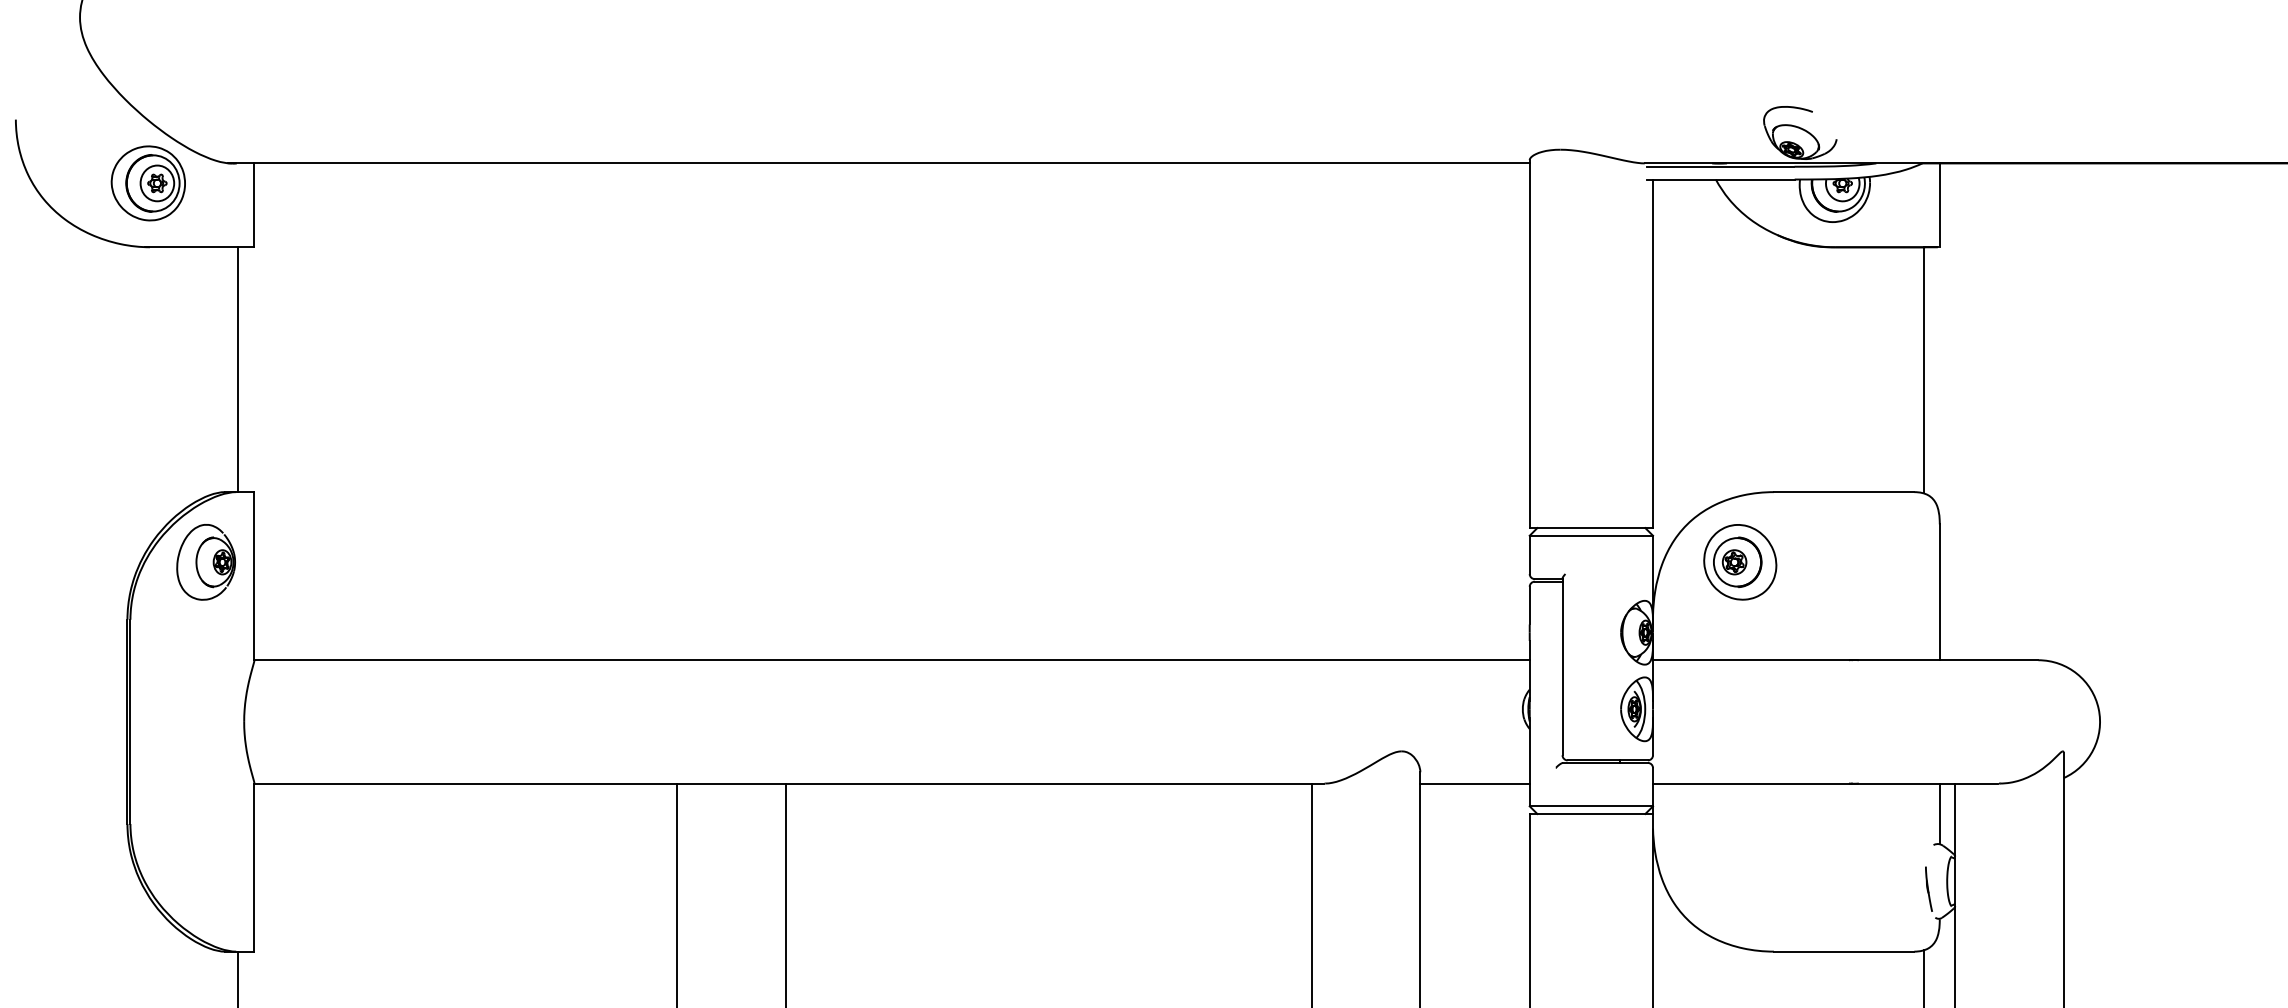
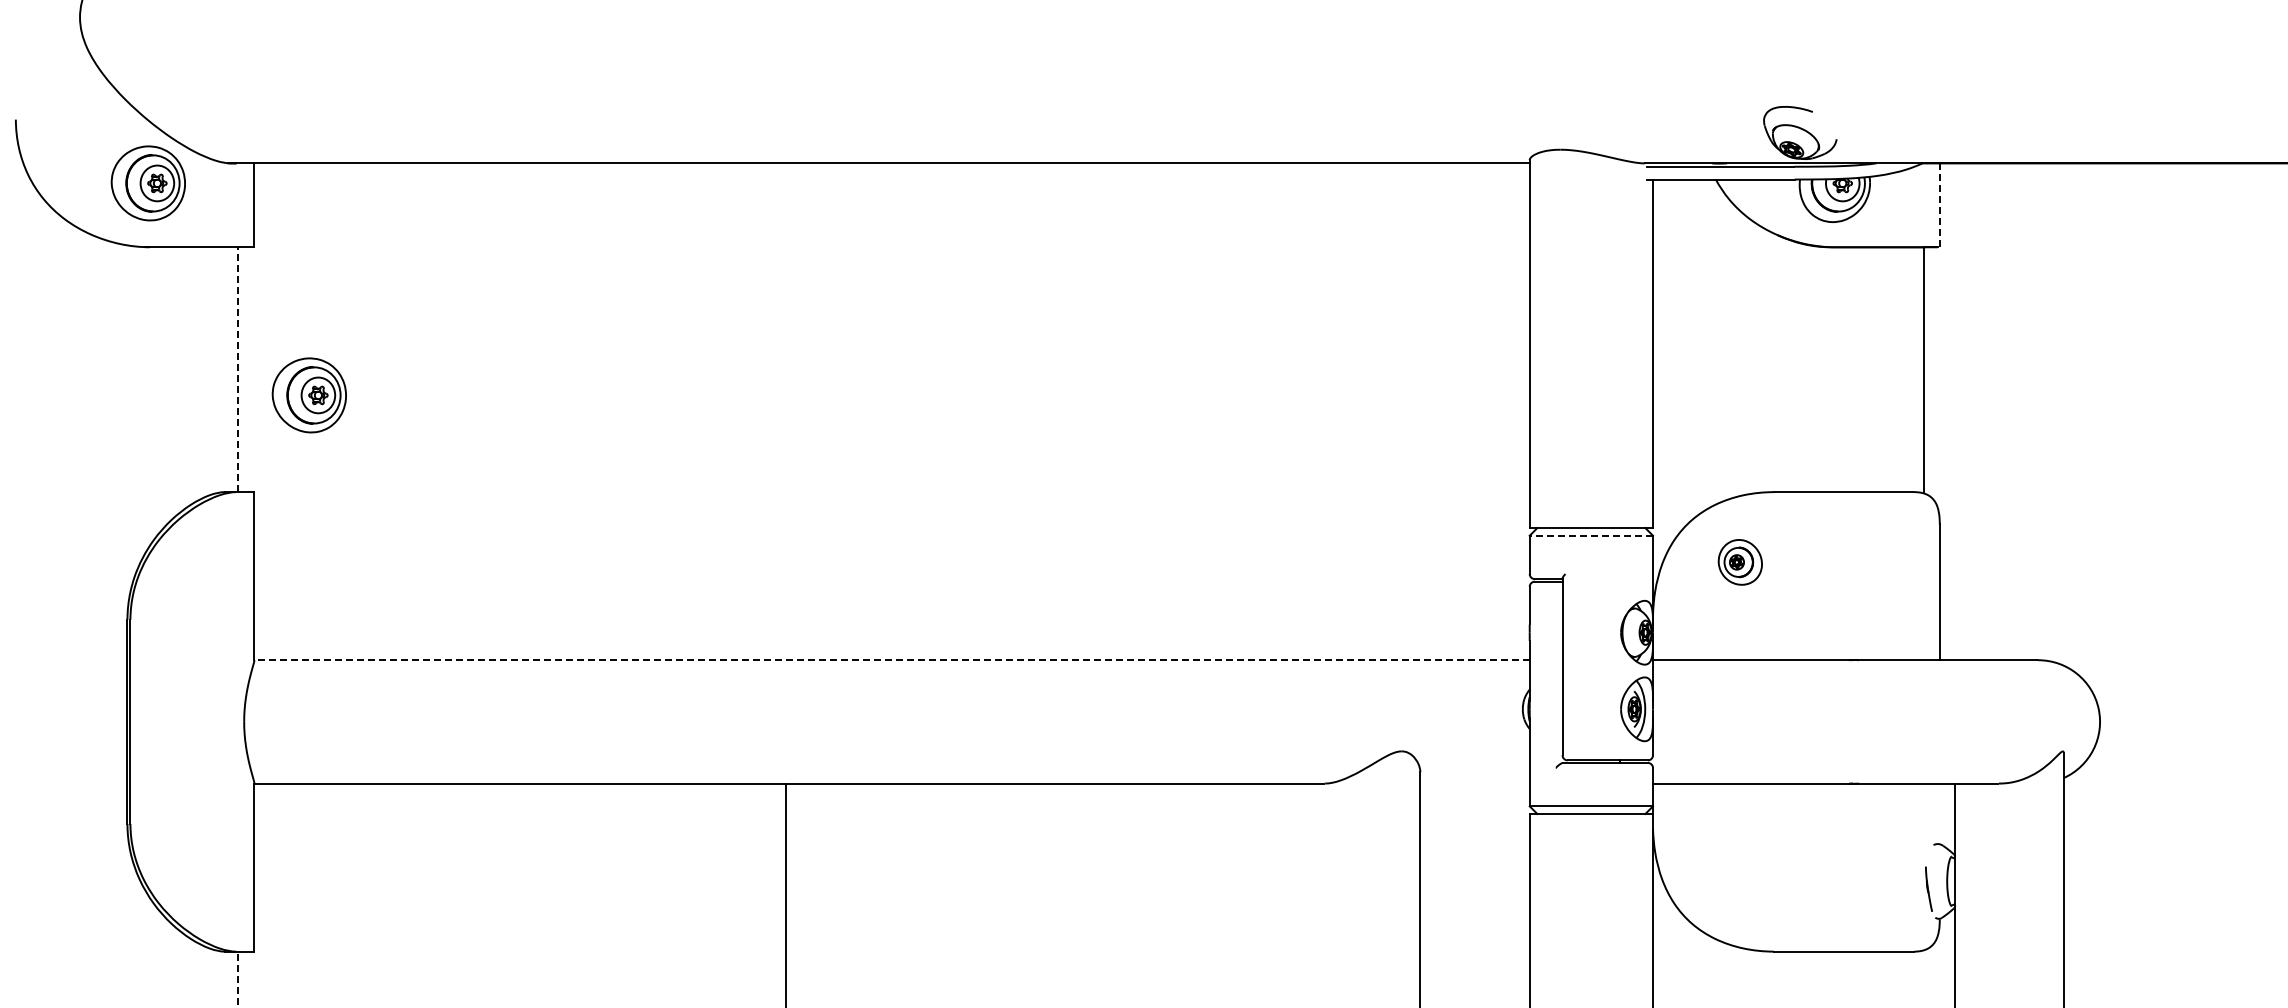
line at (1939, 205): solid -> dashed
line at (238, 369): solid -> dashed
part at (308, 395): none -> present
line at (1591, 535): solid -> dashed
part at (205, 562): present -> none
part at (1740, 562) size: 75x77 px -> 46x47 px
line at (892, 660): solid -> dashed
line at (1474, 783): present -> none
line at (1939, 813): present -> none
line at (677, 893): present -> none
line at (1312, 893): present -> none
line at (1923, 977): present -> none
line at (238, 979): solid -> dashed
